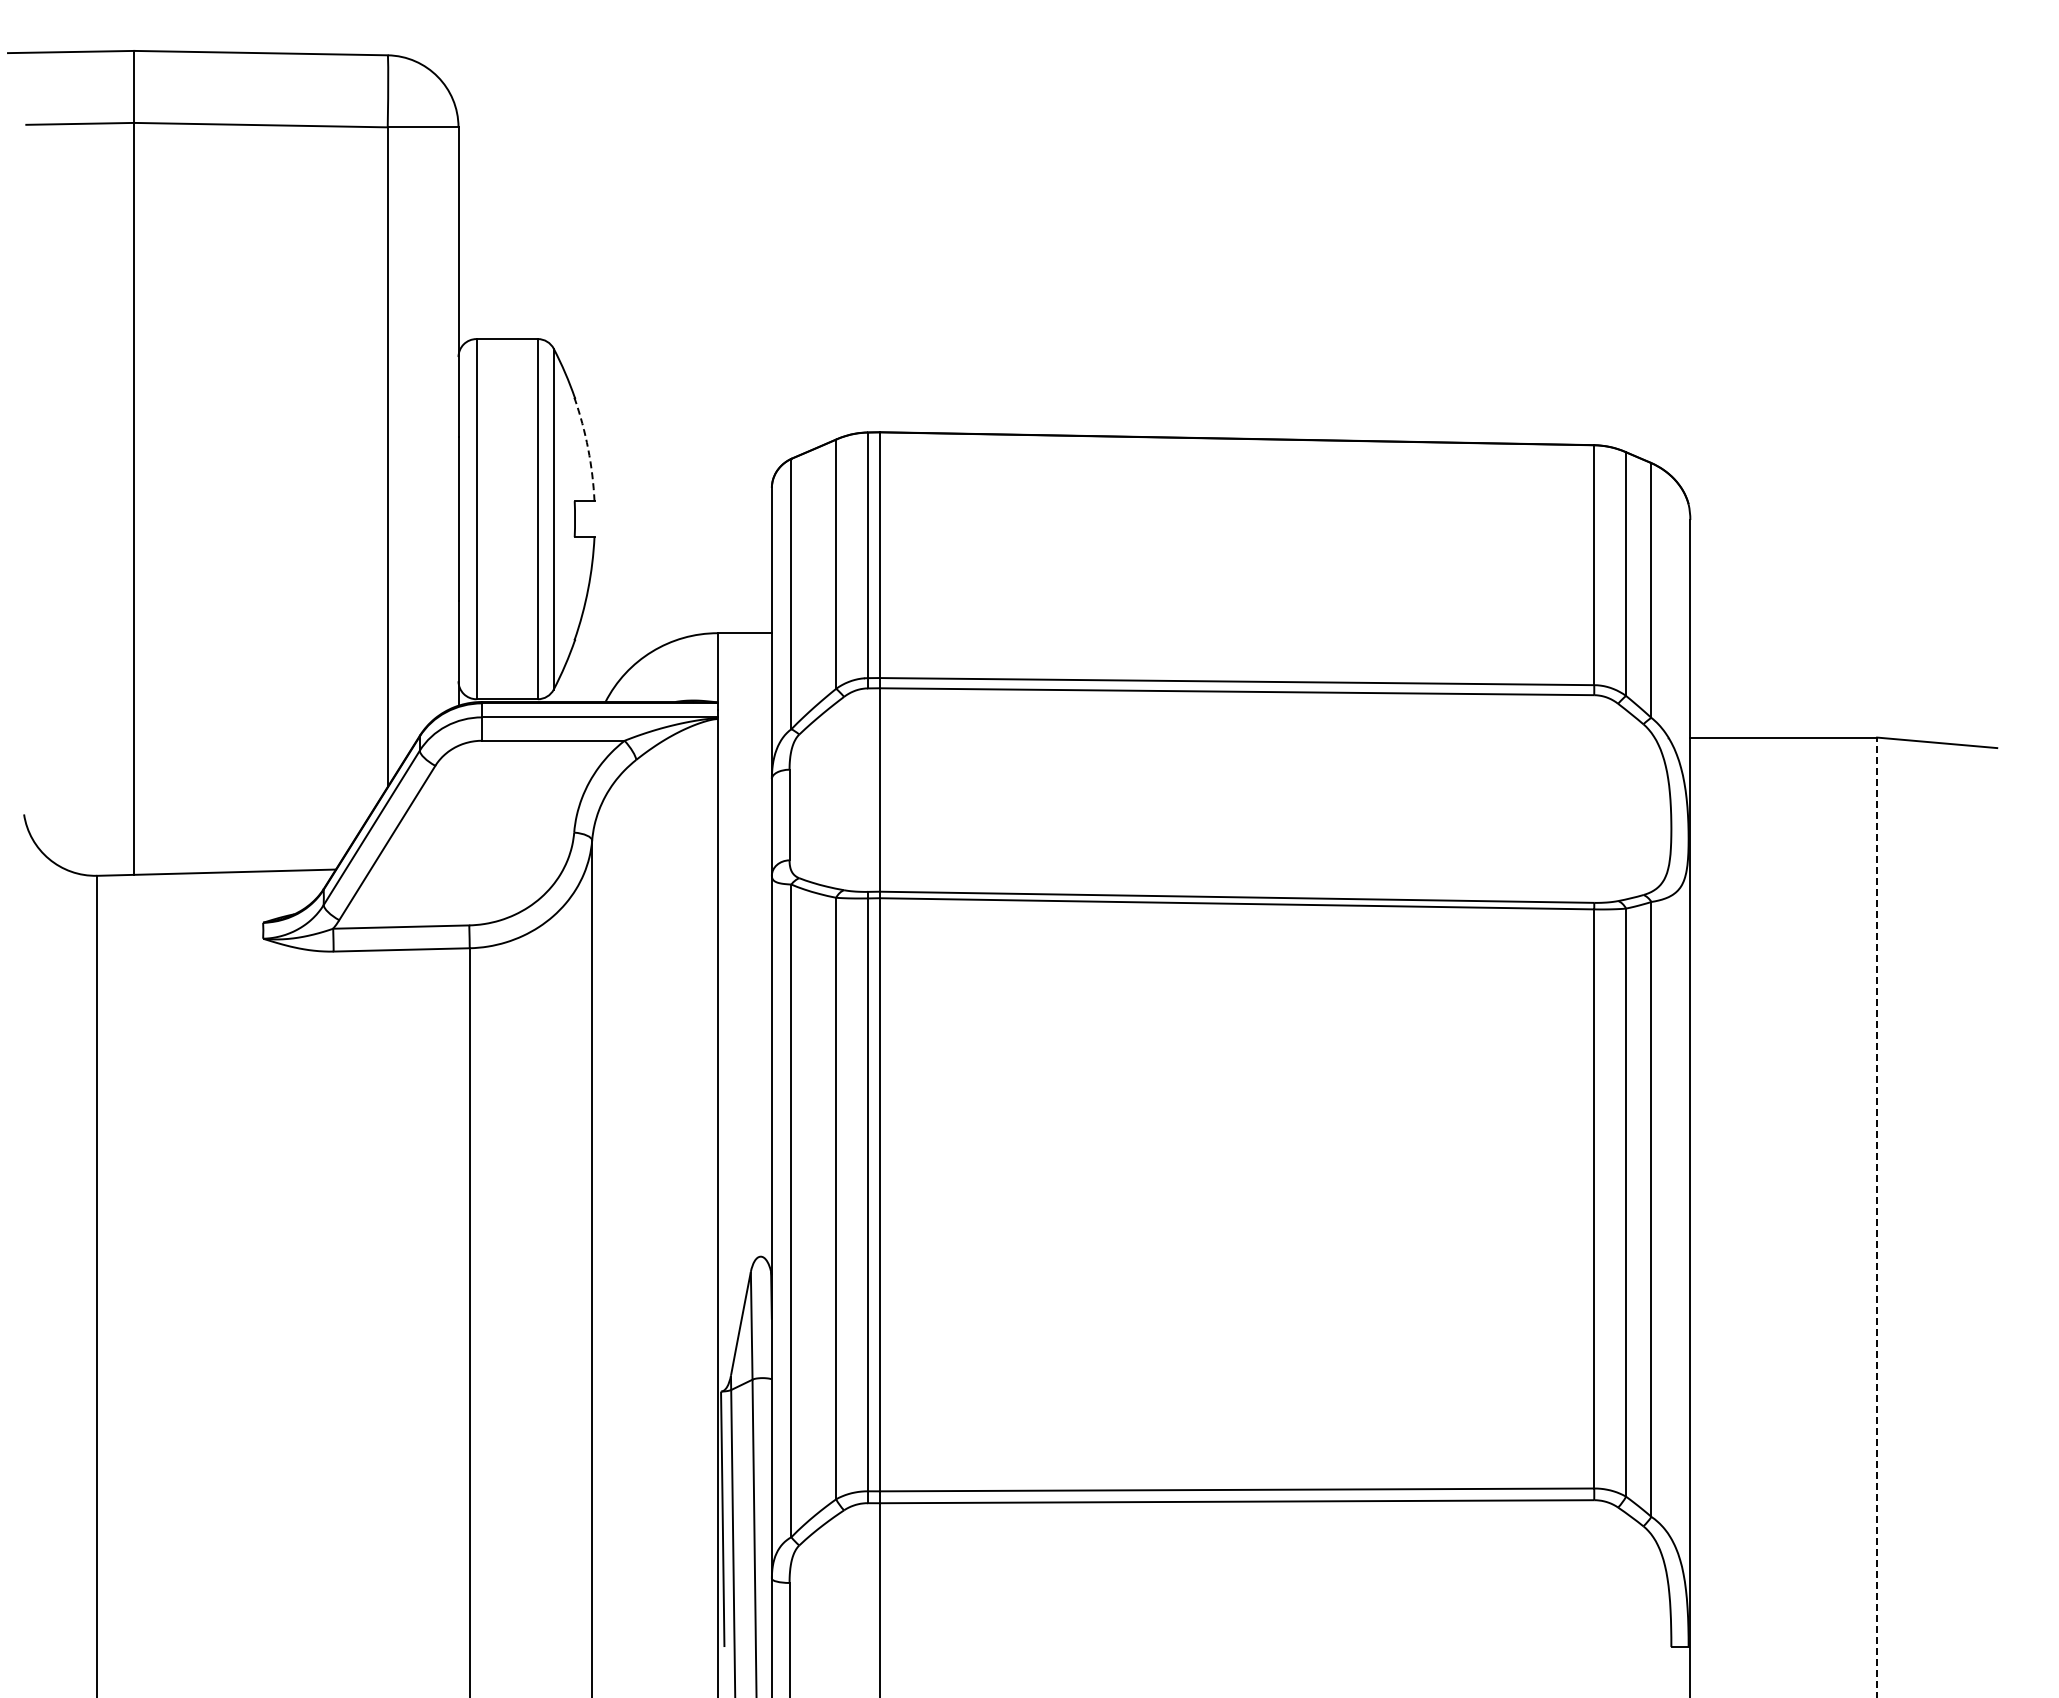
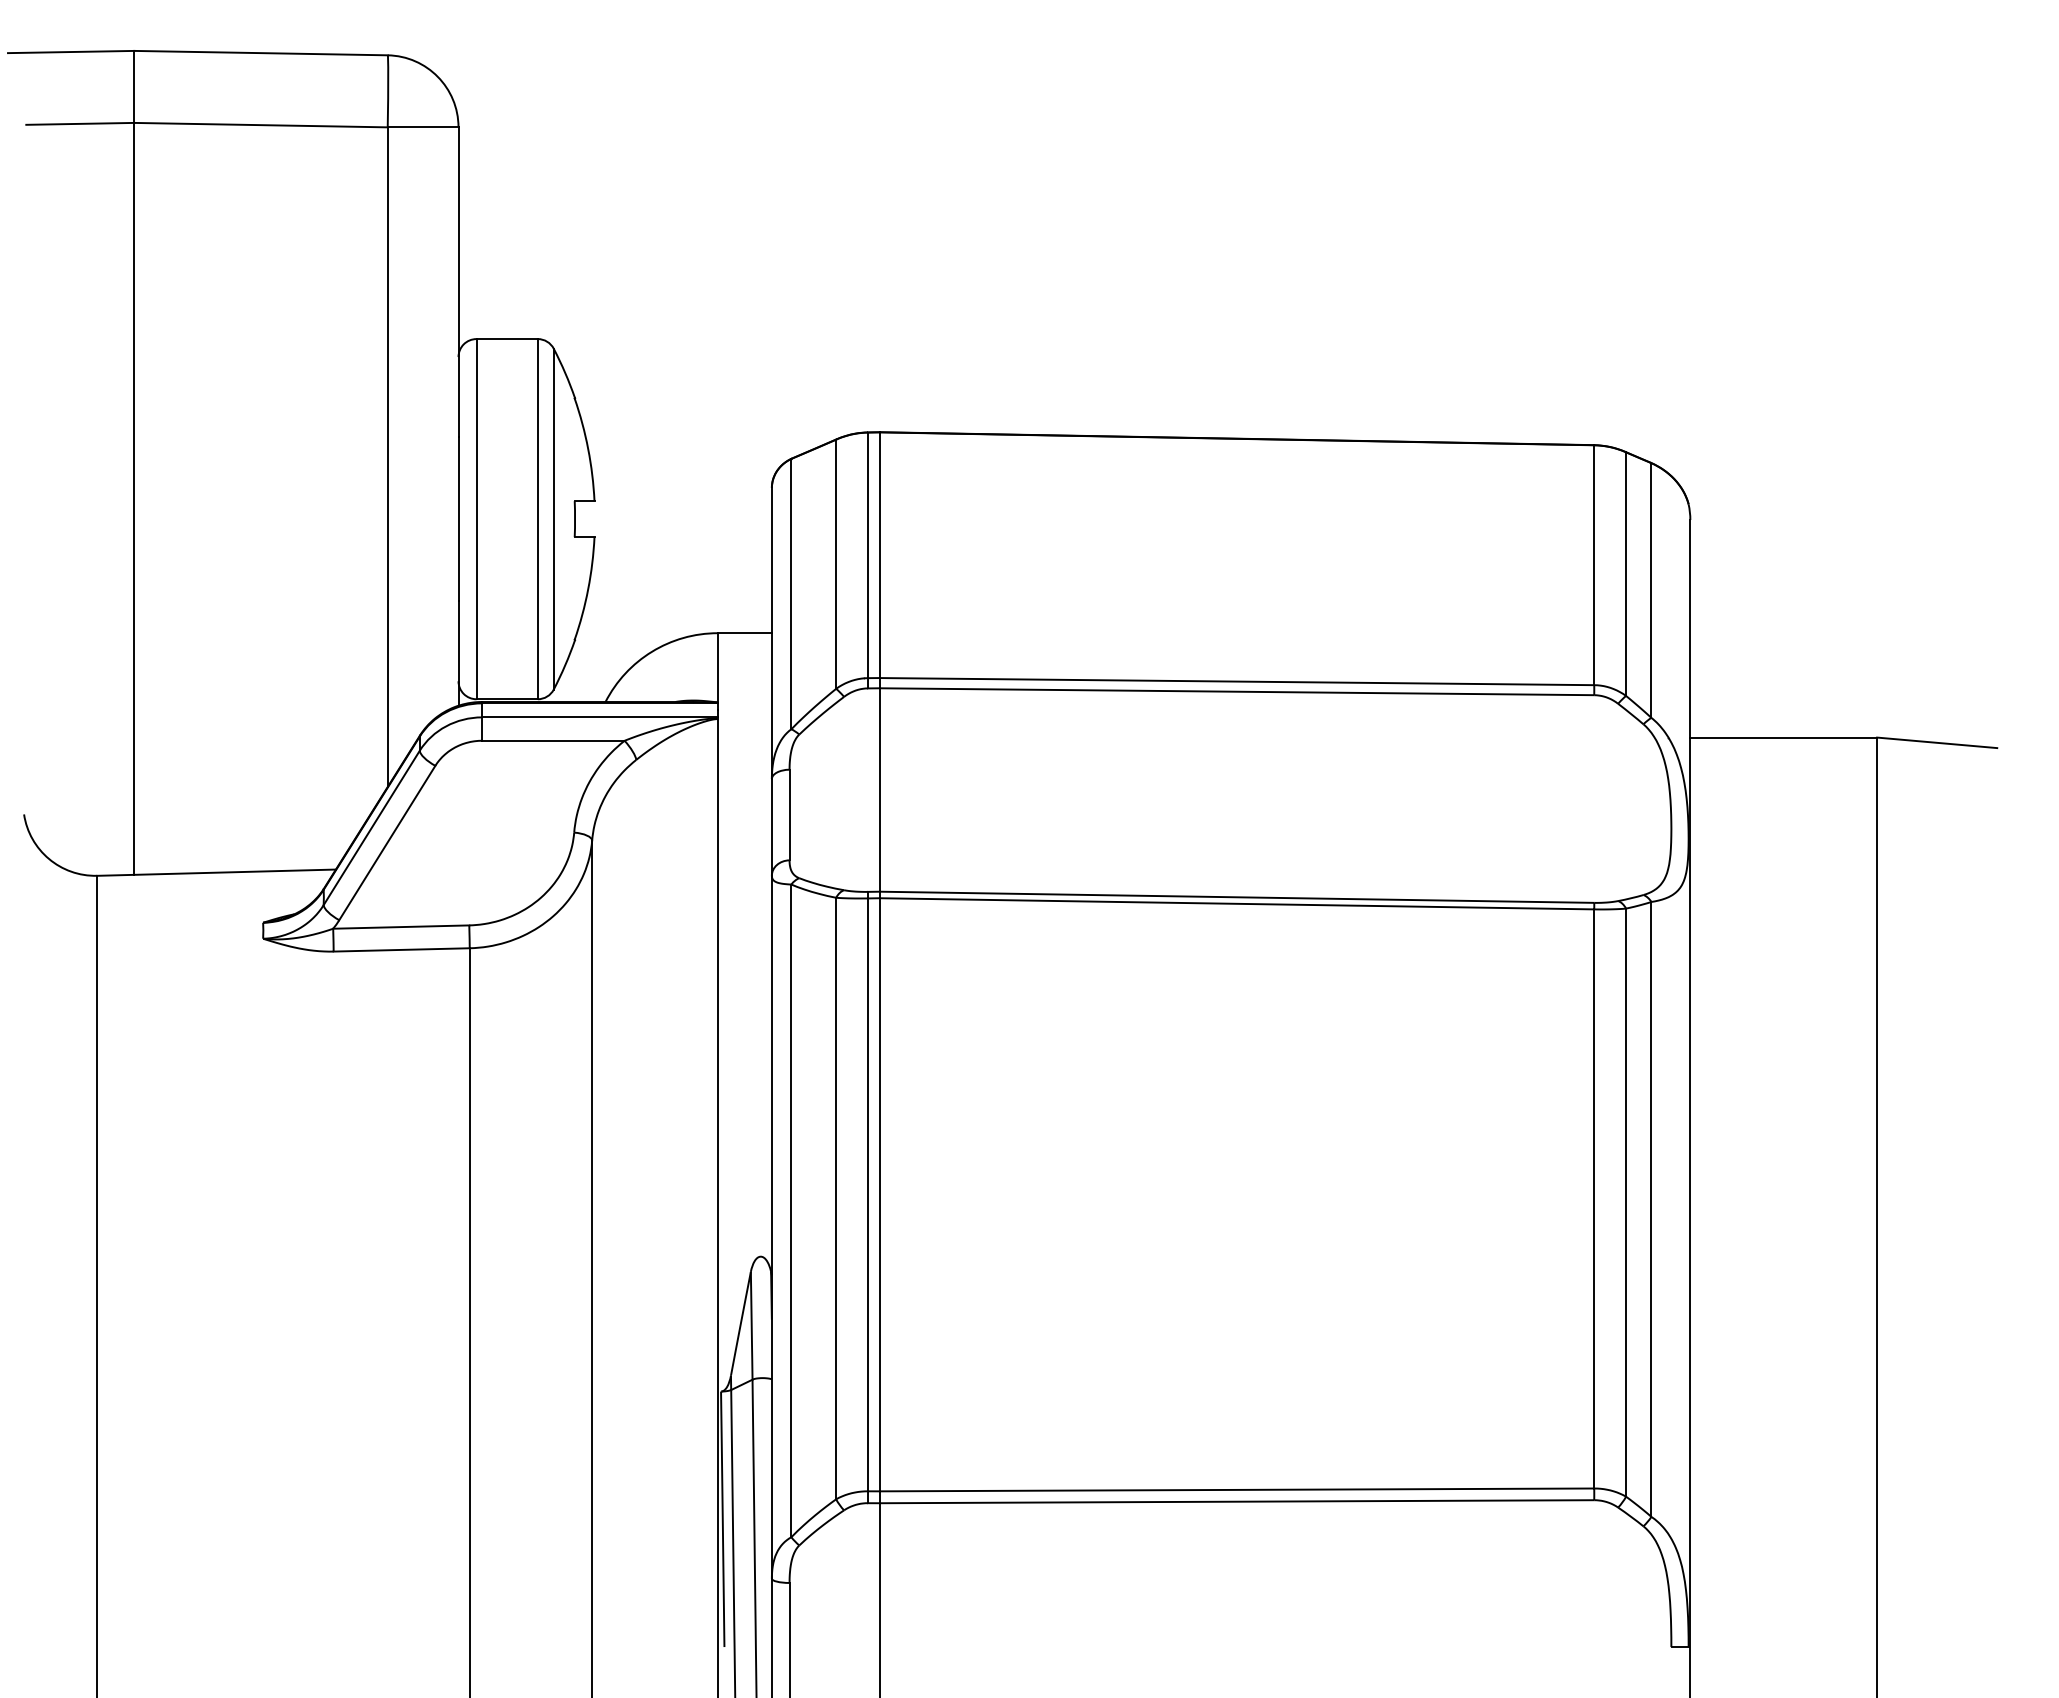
arc at (588, 449): dashed -> solid
line at (1877, 1217): dashed -> solid
